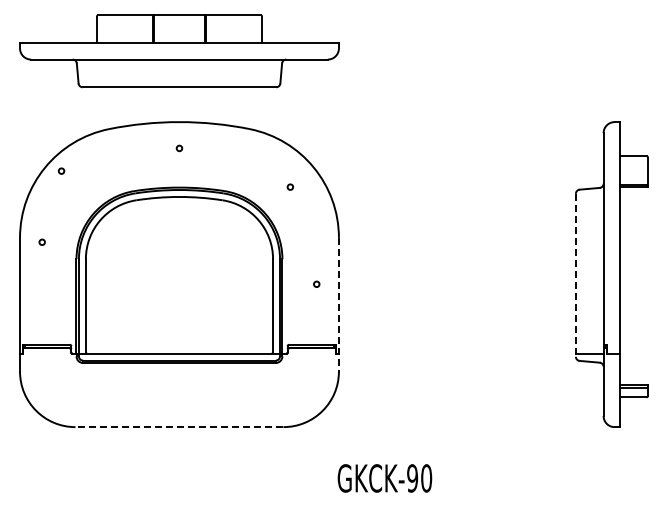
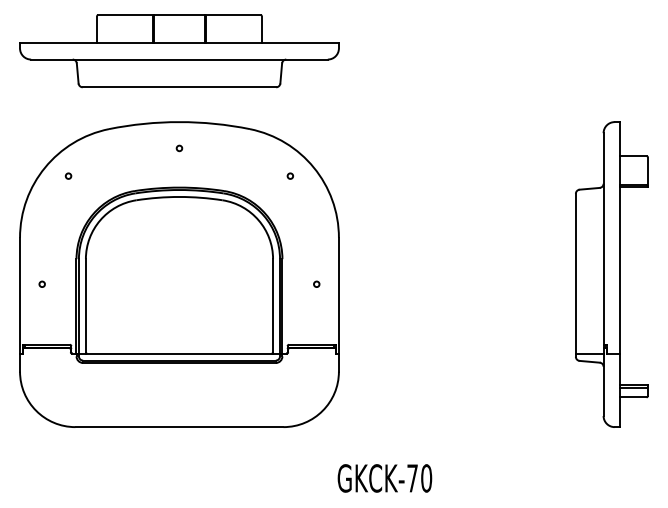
circle at (61, 170) position: (61, 170) -> (68, 175)
circle at (289, 186) position: (289, 186) -> (289, 175)
circle at (41, 241) position: (41, 241) -> (41, 283)
line at (575, 275): dashed -> solid
line at (338, 304): dashed -> solid
line at (179, 427): dashed -> solid
text at (412, 478): GKCK-90 -> GKCK-70
